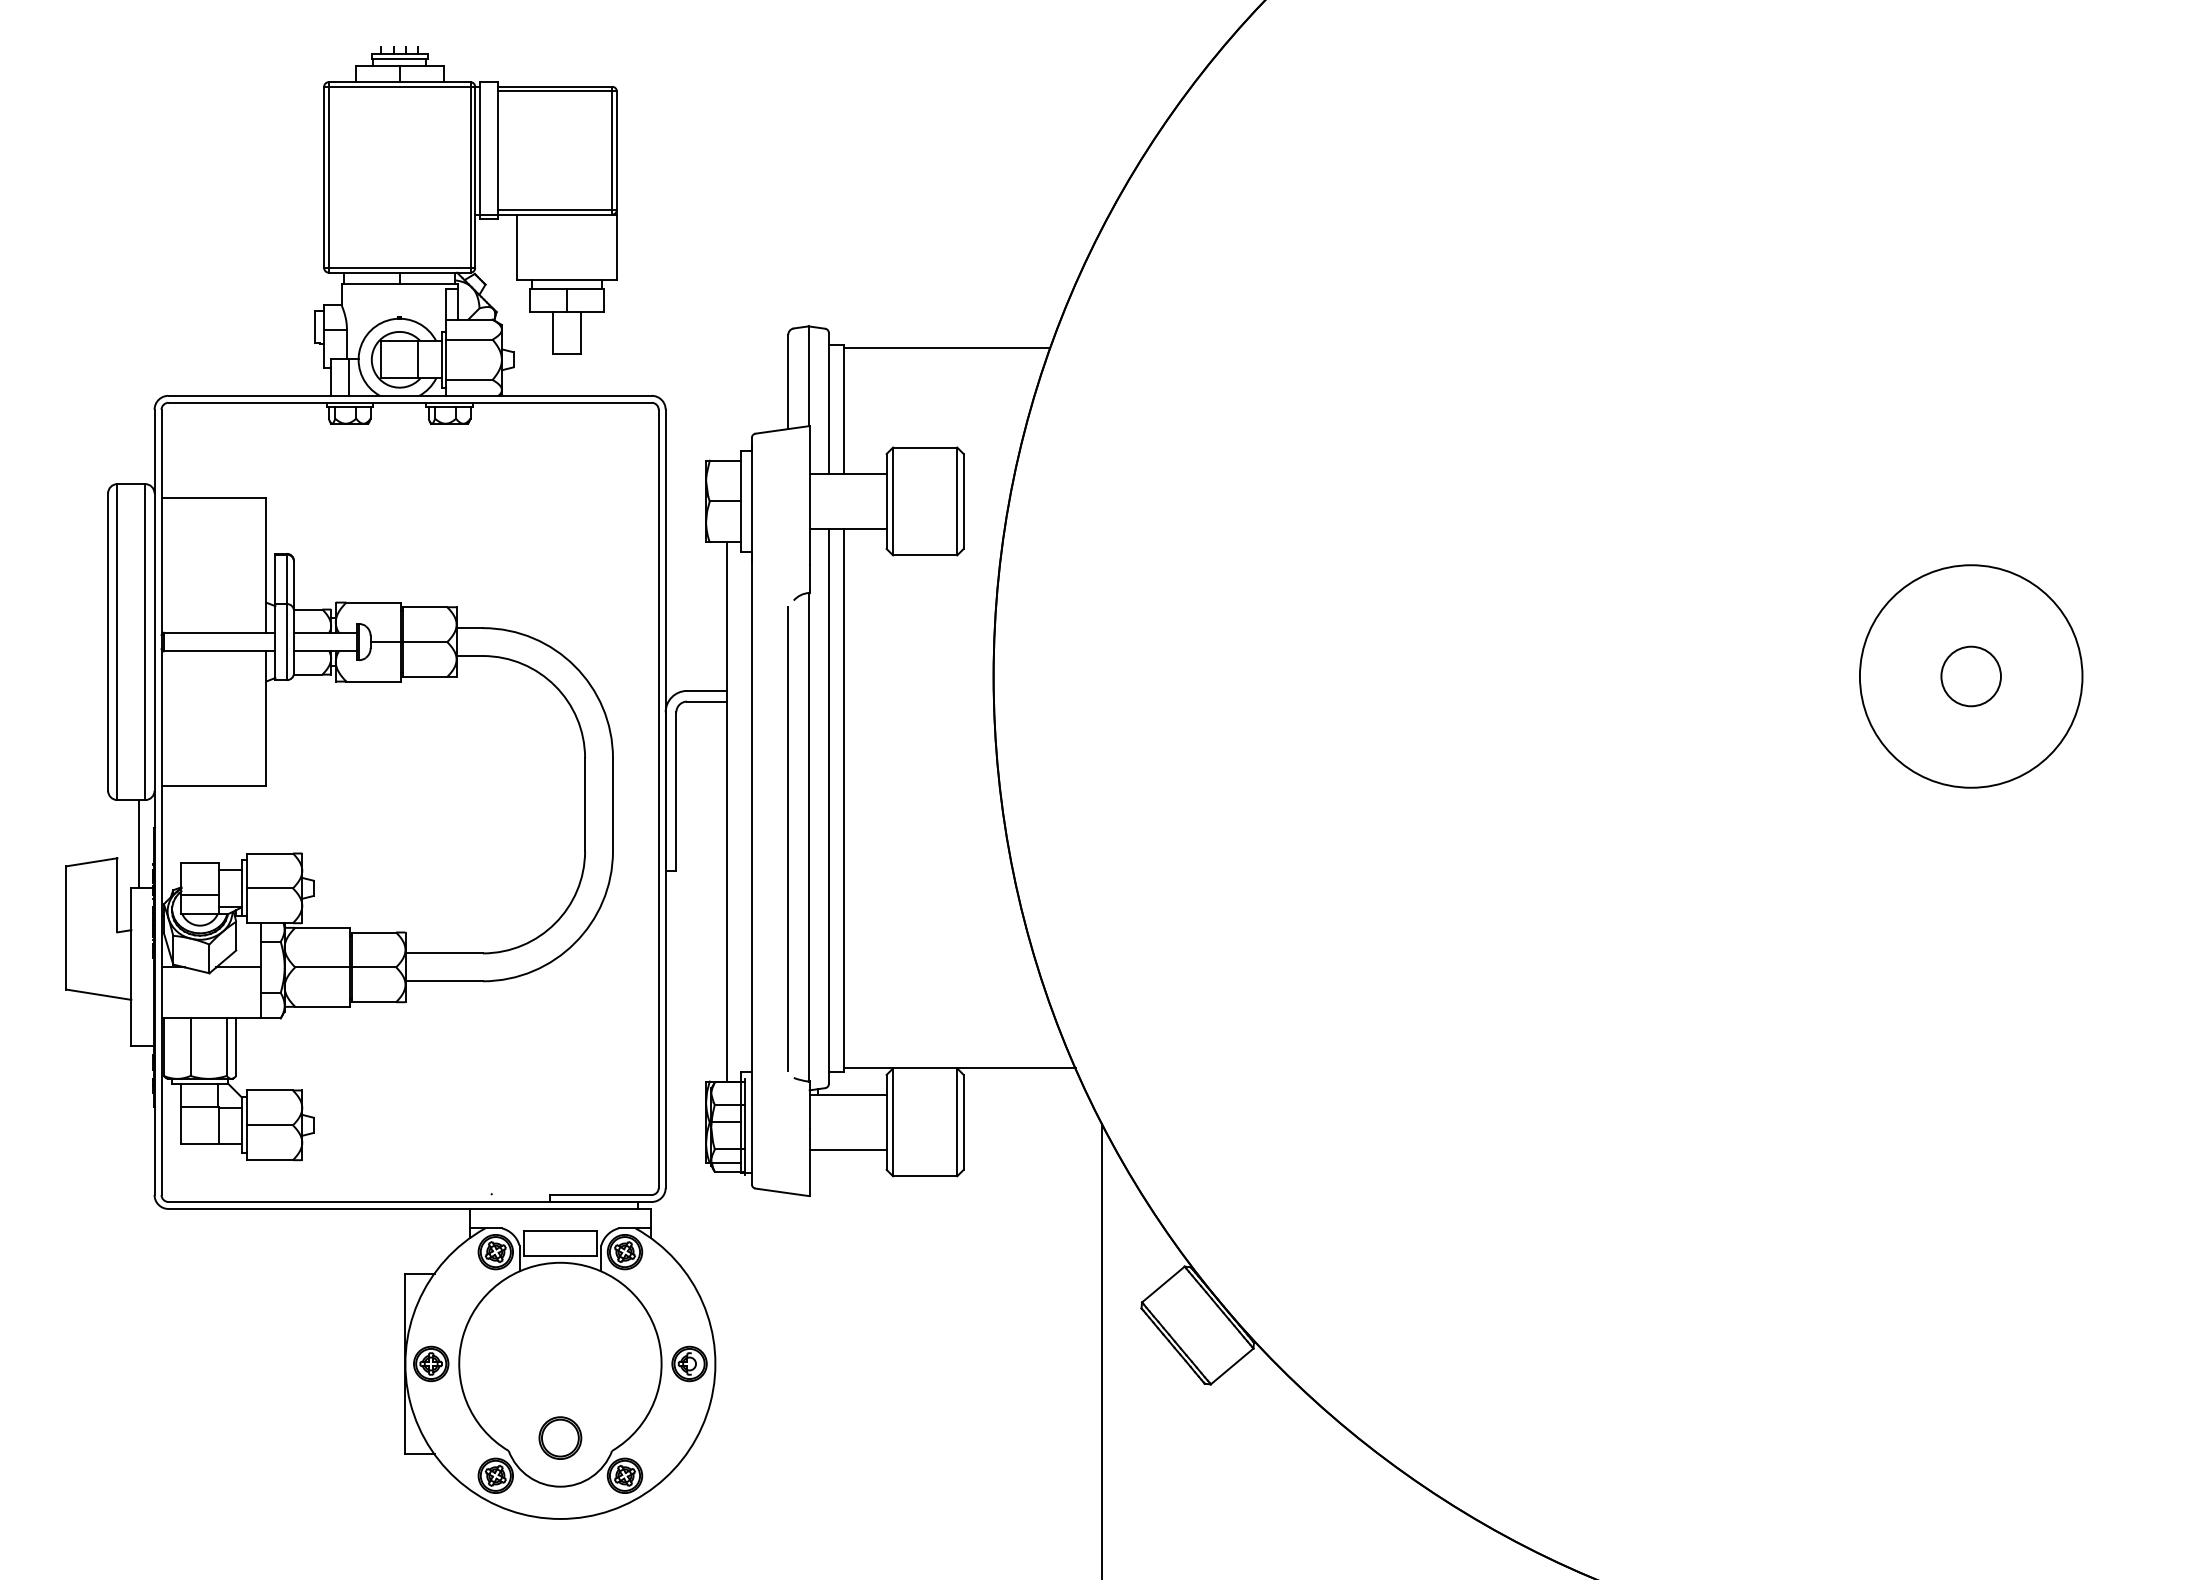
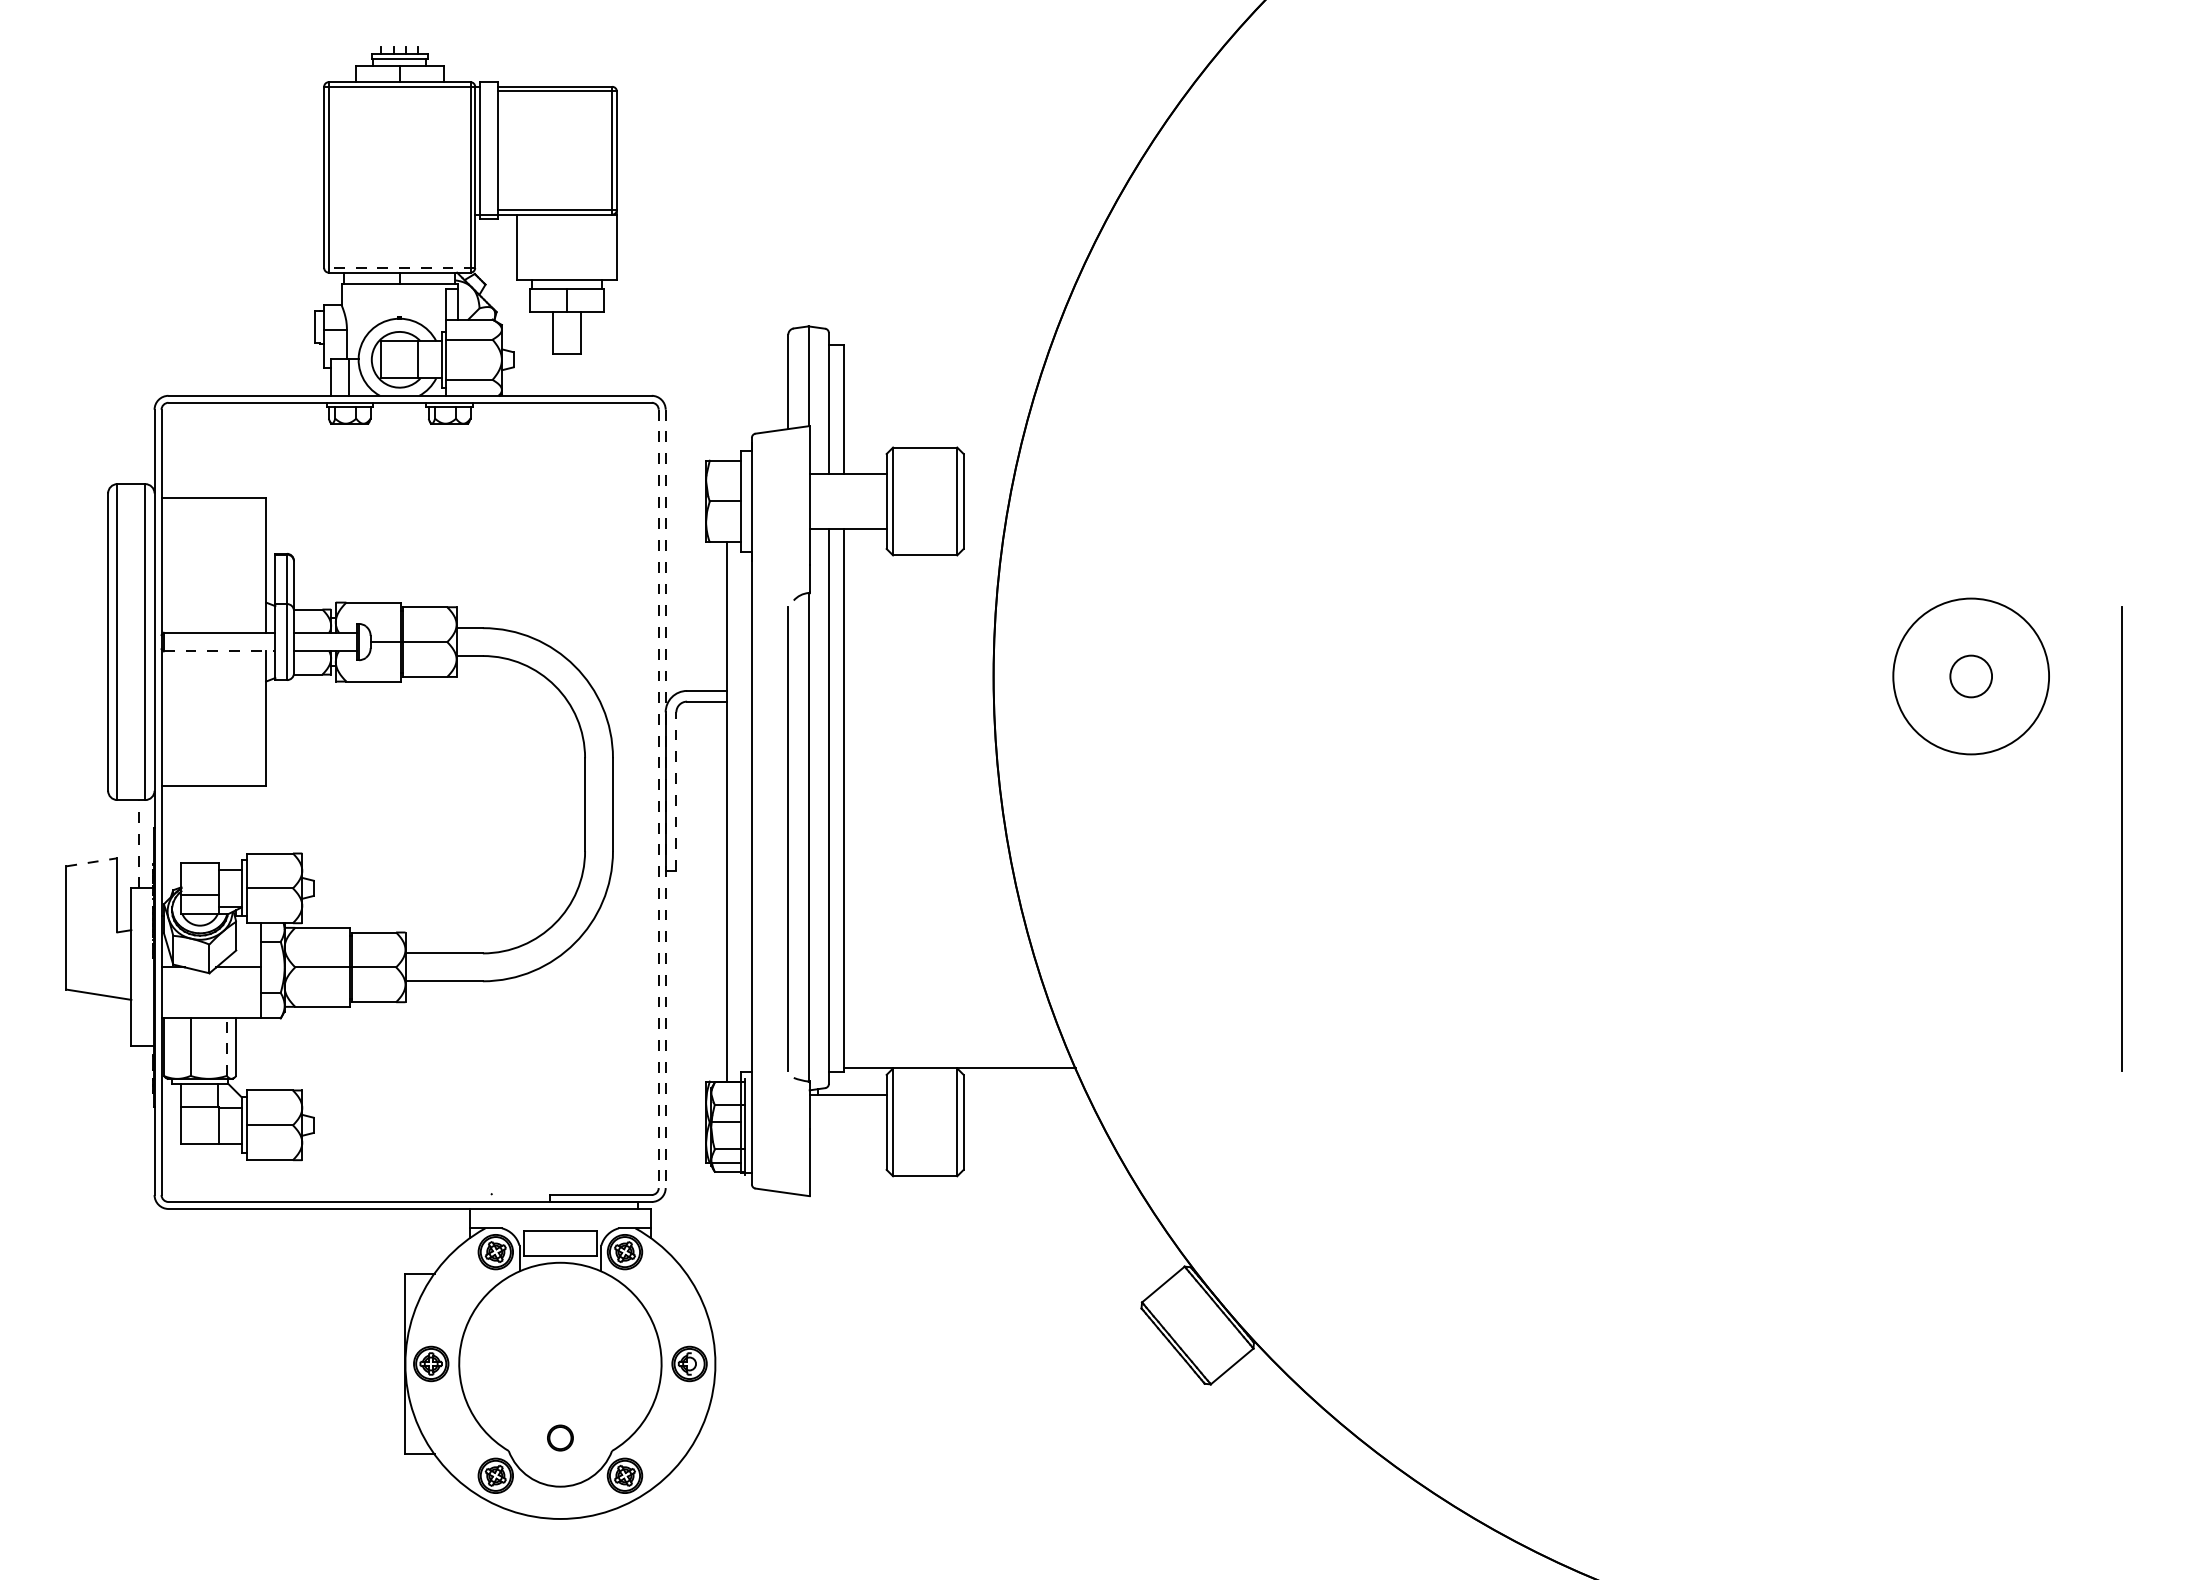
line at (399, 268): solid -> dashed
line at (946, 348): present -> none
line at (219, 651): solid -> dashed
circle at (1970, 676) diameter: 223 px -> 156 px
circle at (1970, 676) diameter: 60 px -> 42 px
line at (676, 791): solid -> dashed
line at (658, 799): solid -> dashed
line at (665, 799): solid -> dashed
line at (2121, 838): none -> present
line at (139, 843): solid -> dashed
line at (91, 862): solid -> dashed
line at (226, 1047): solid -> dashed
line at (847, 1149): present -> none
line at (1101, 1349): present -> none
part at (560, 1437) size: 45x44 px -> 27x28 px
